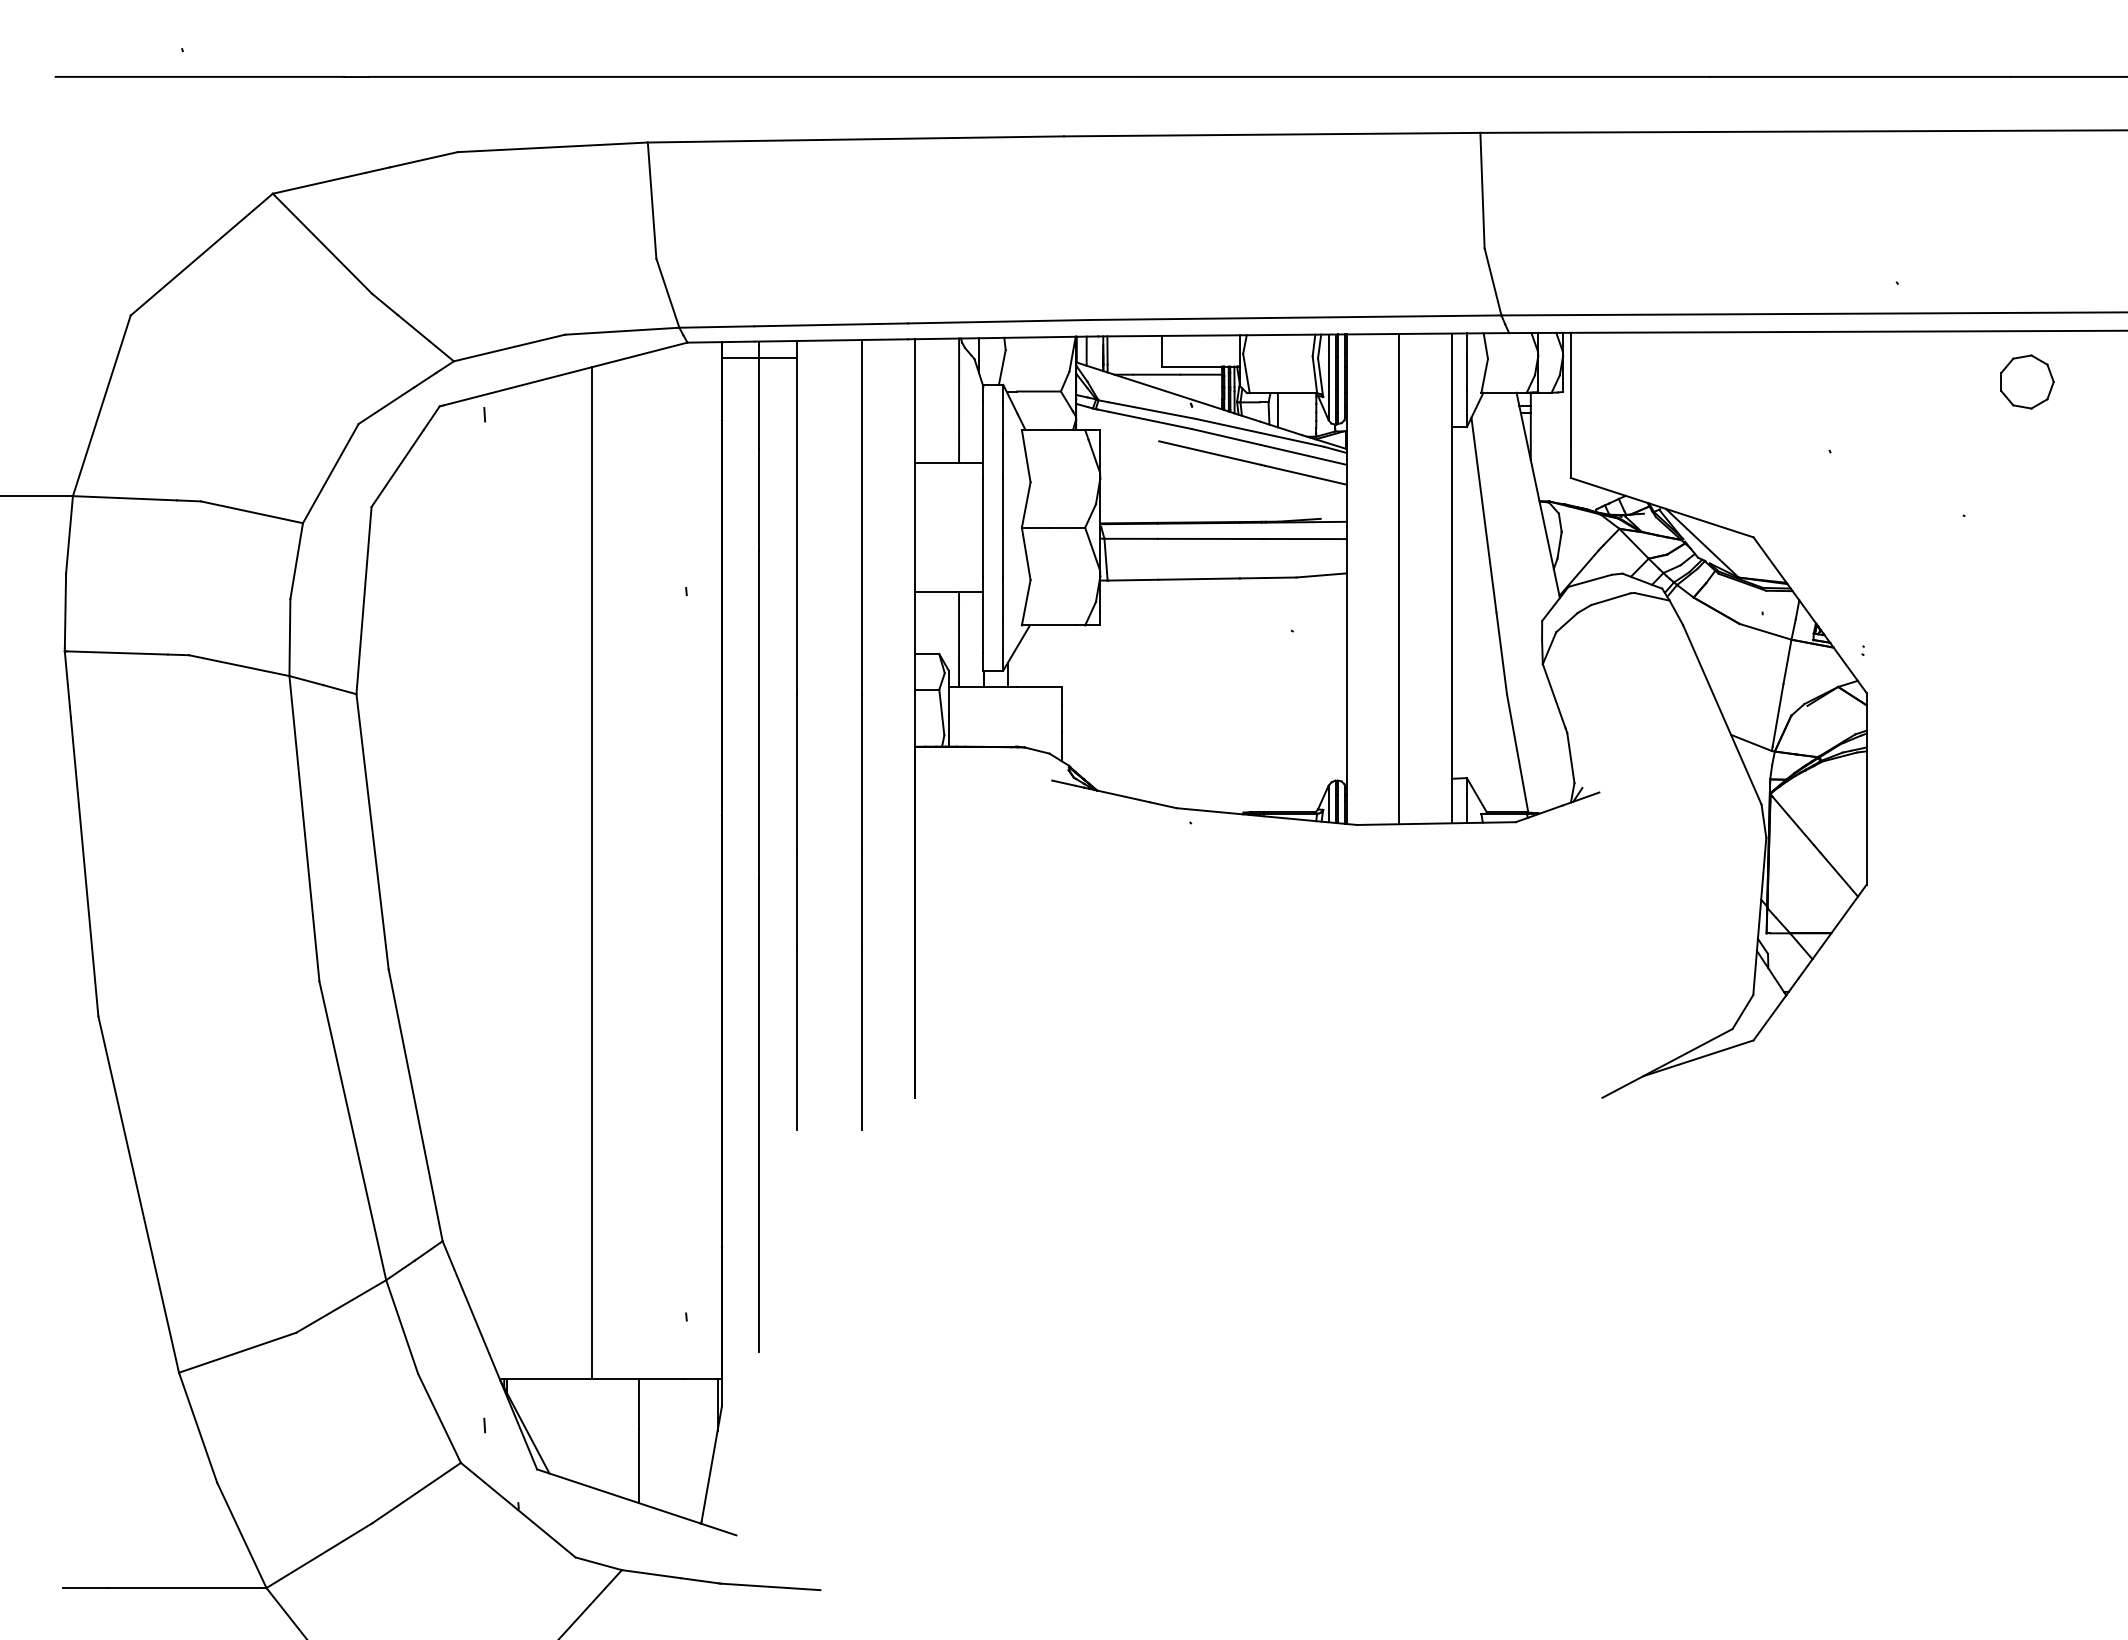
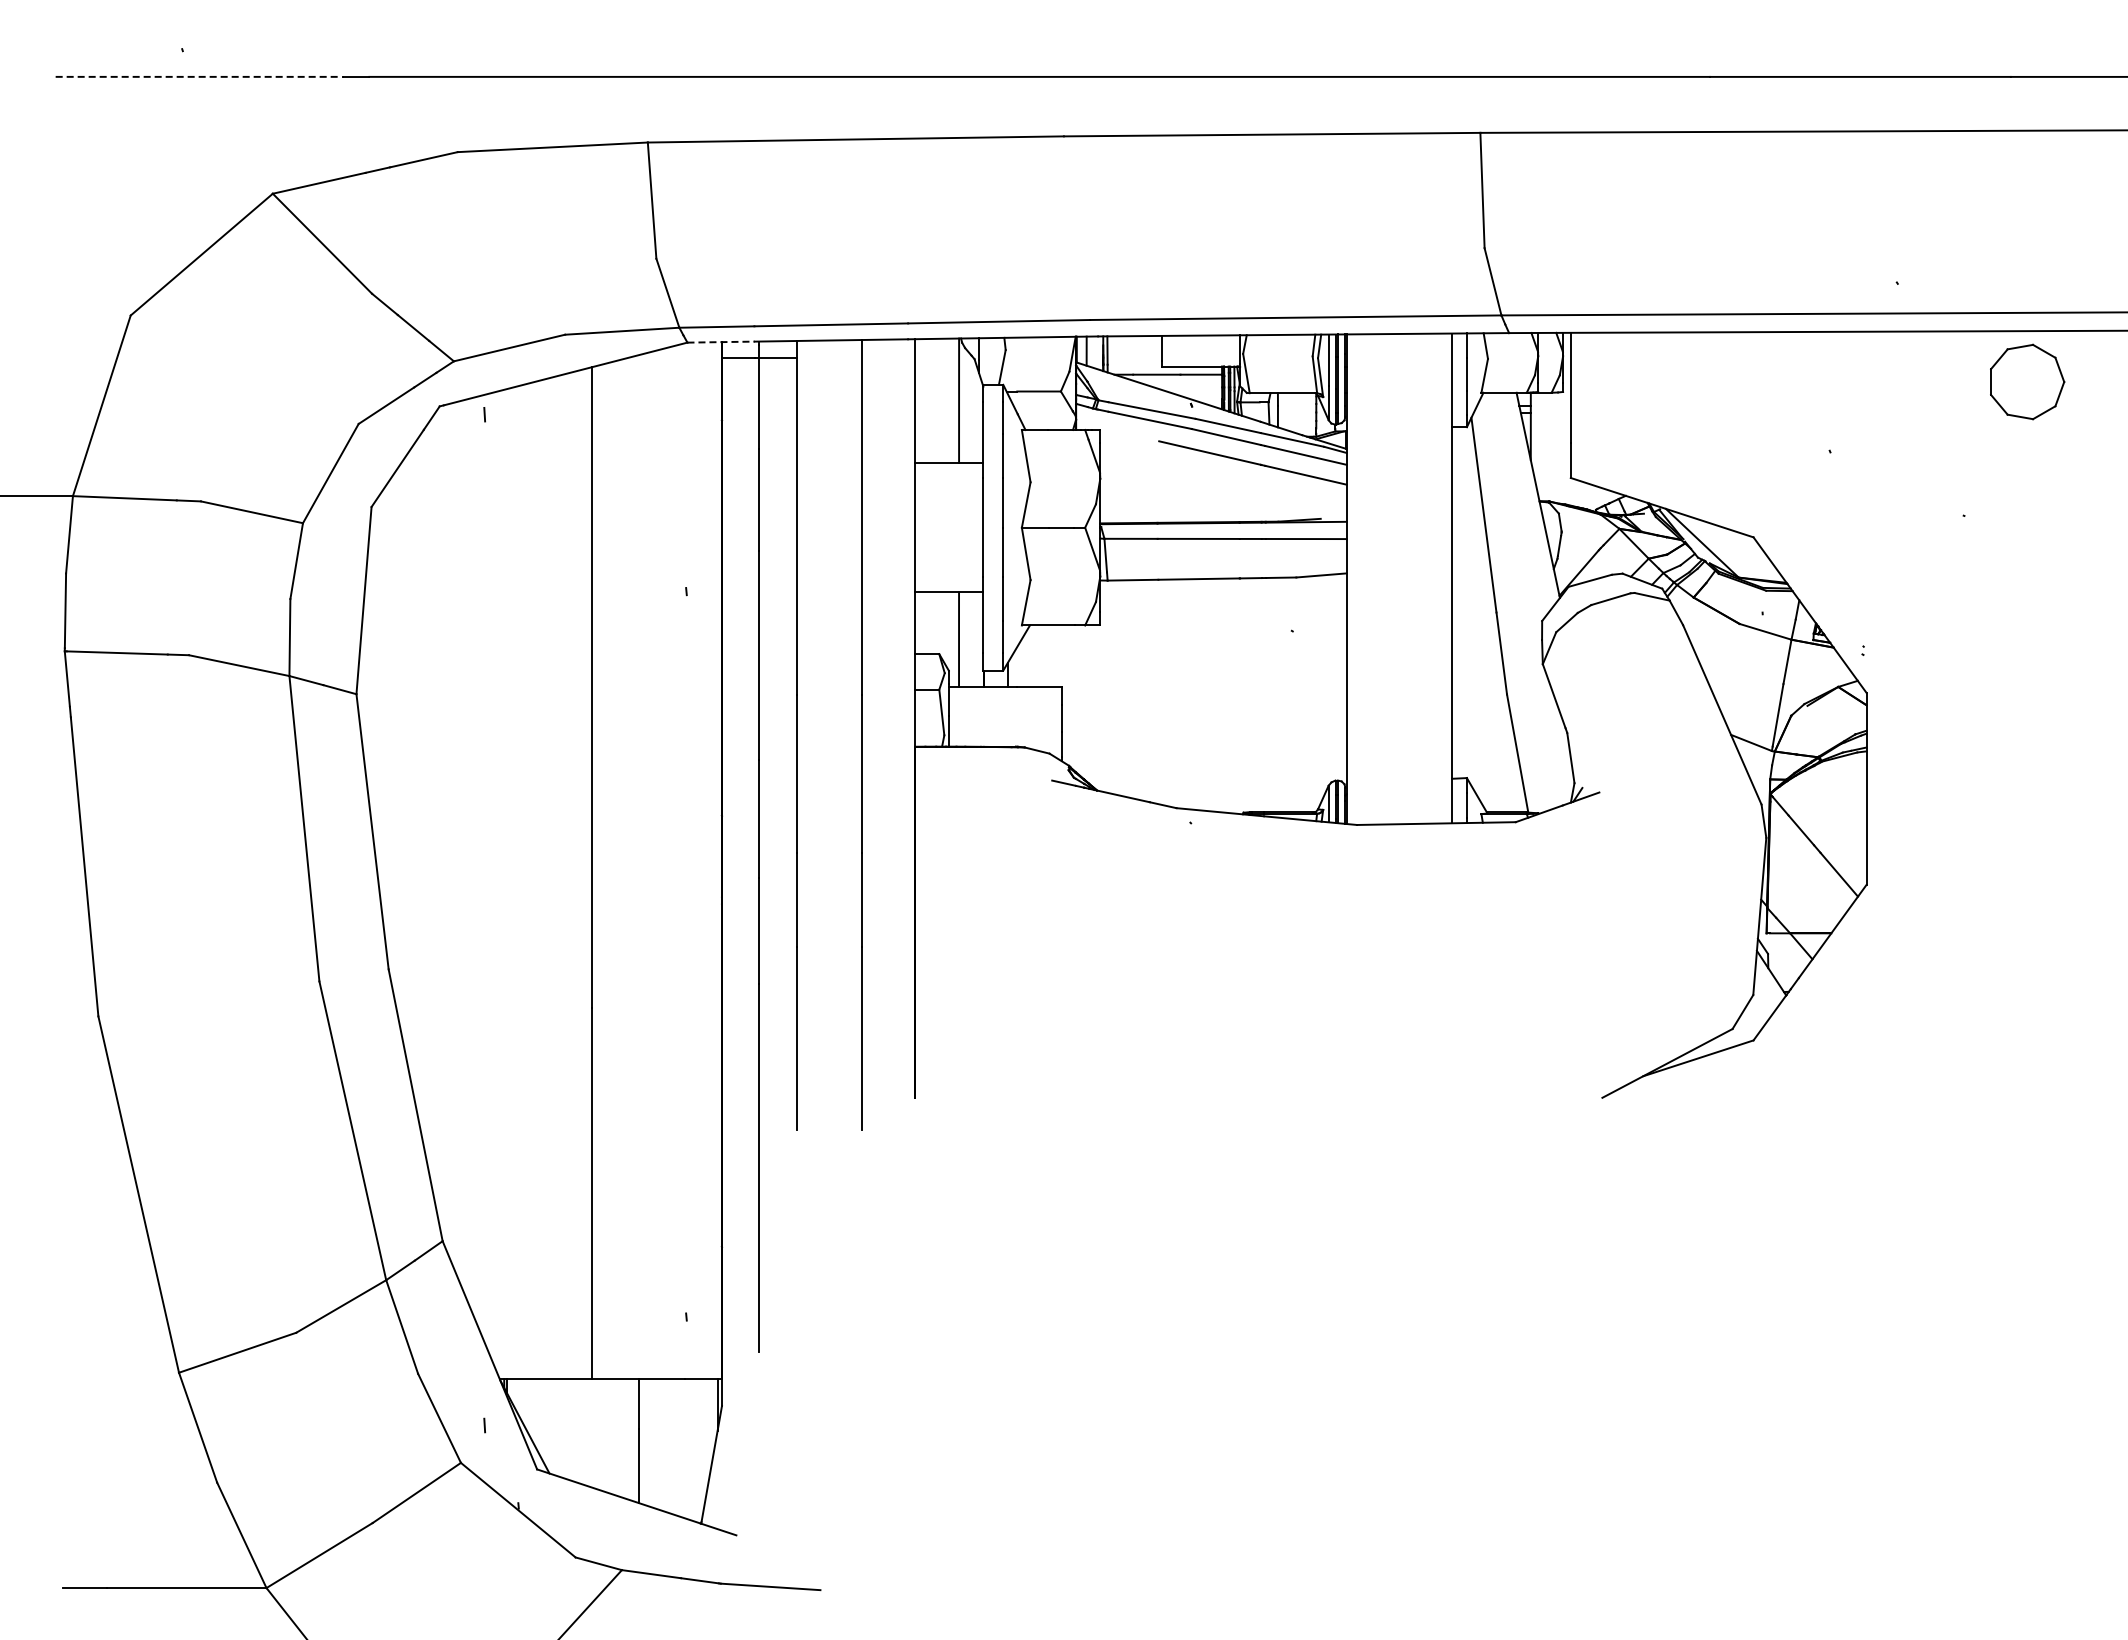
line at (200, 76): solid -> dashed
line at (721, 342): solid -> dashed
part at (2027, 381) size: 55x56 px -> 76x78 px
line at (1399, 578): present -> none
